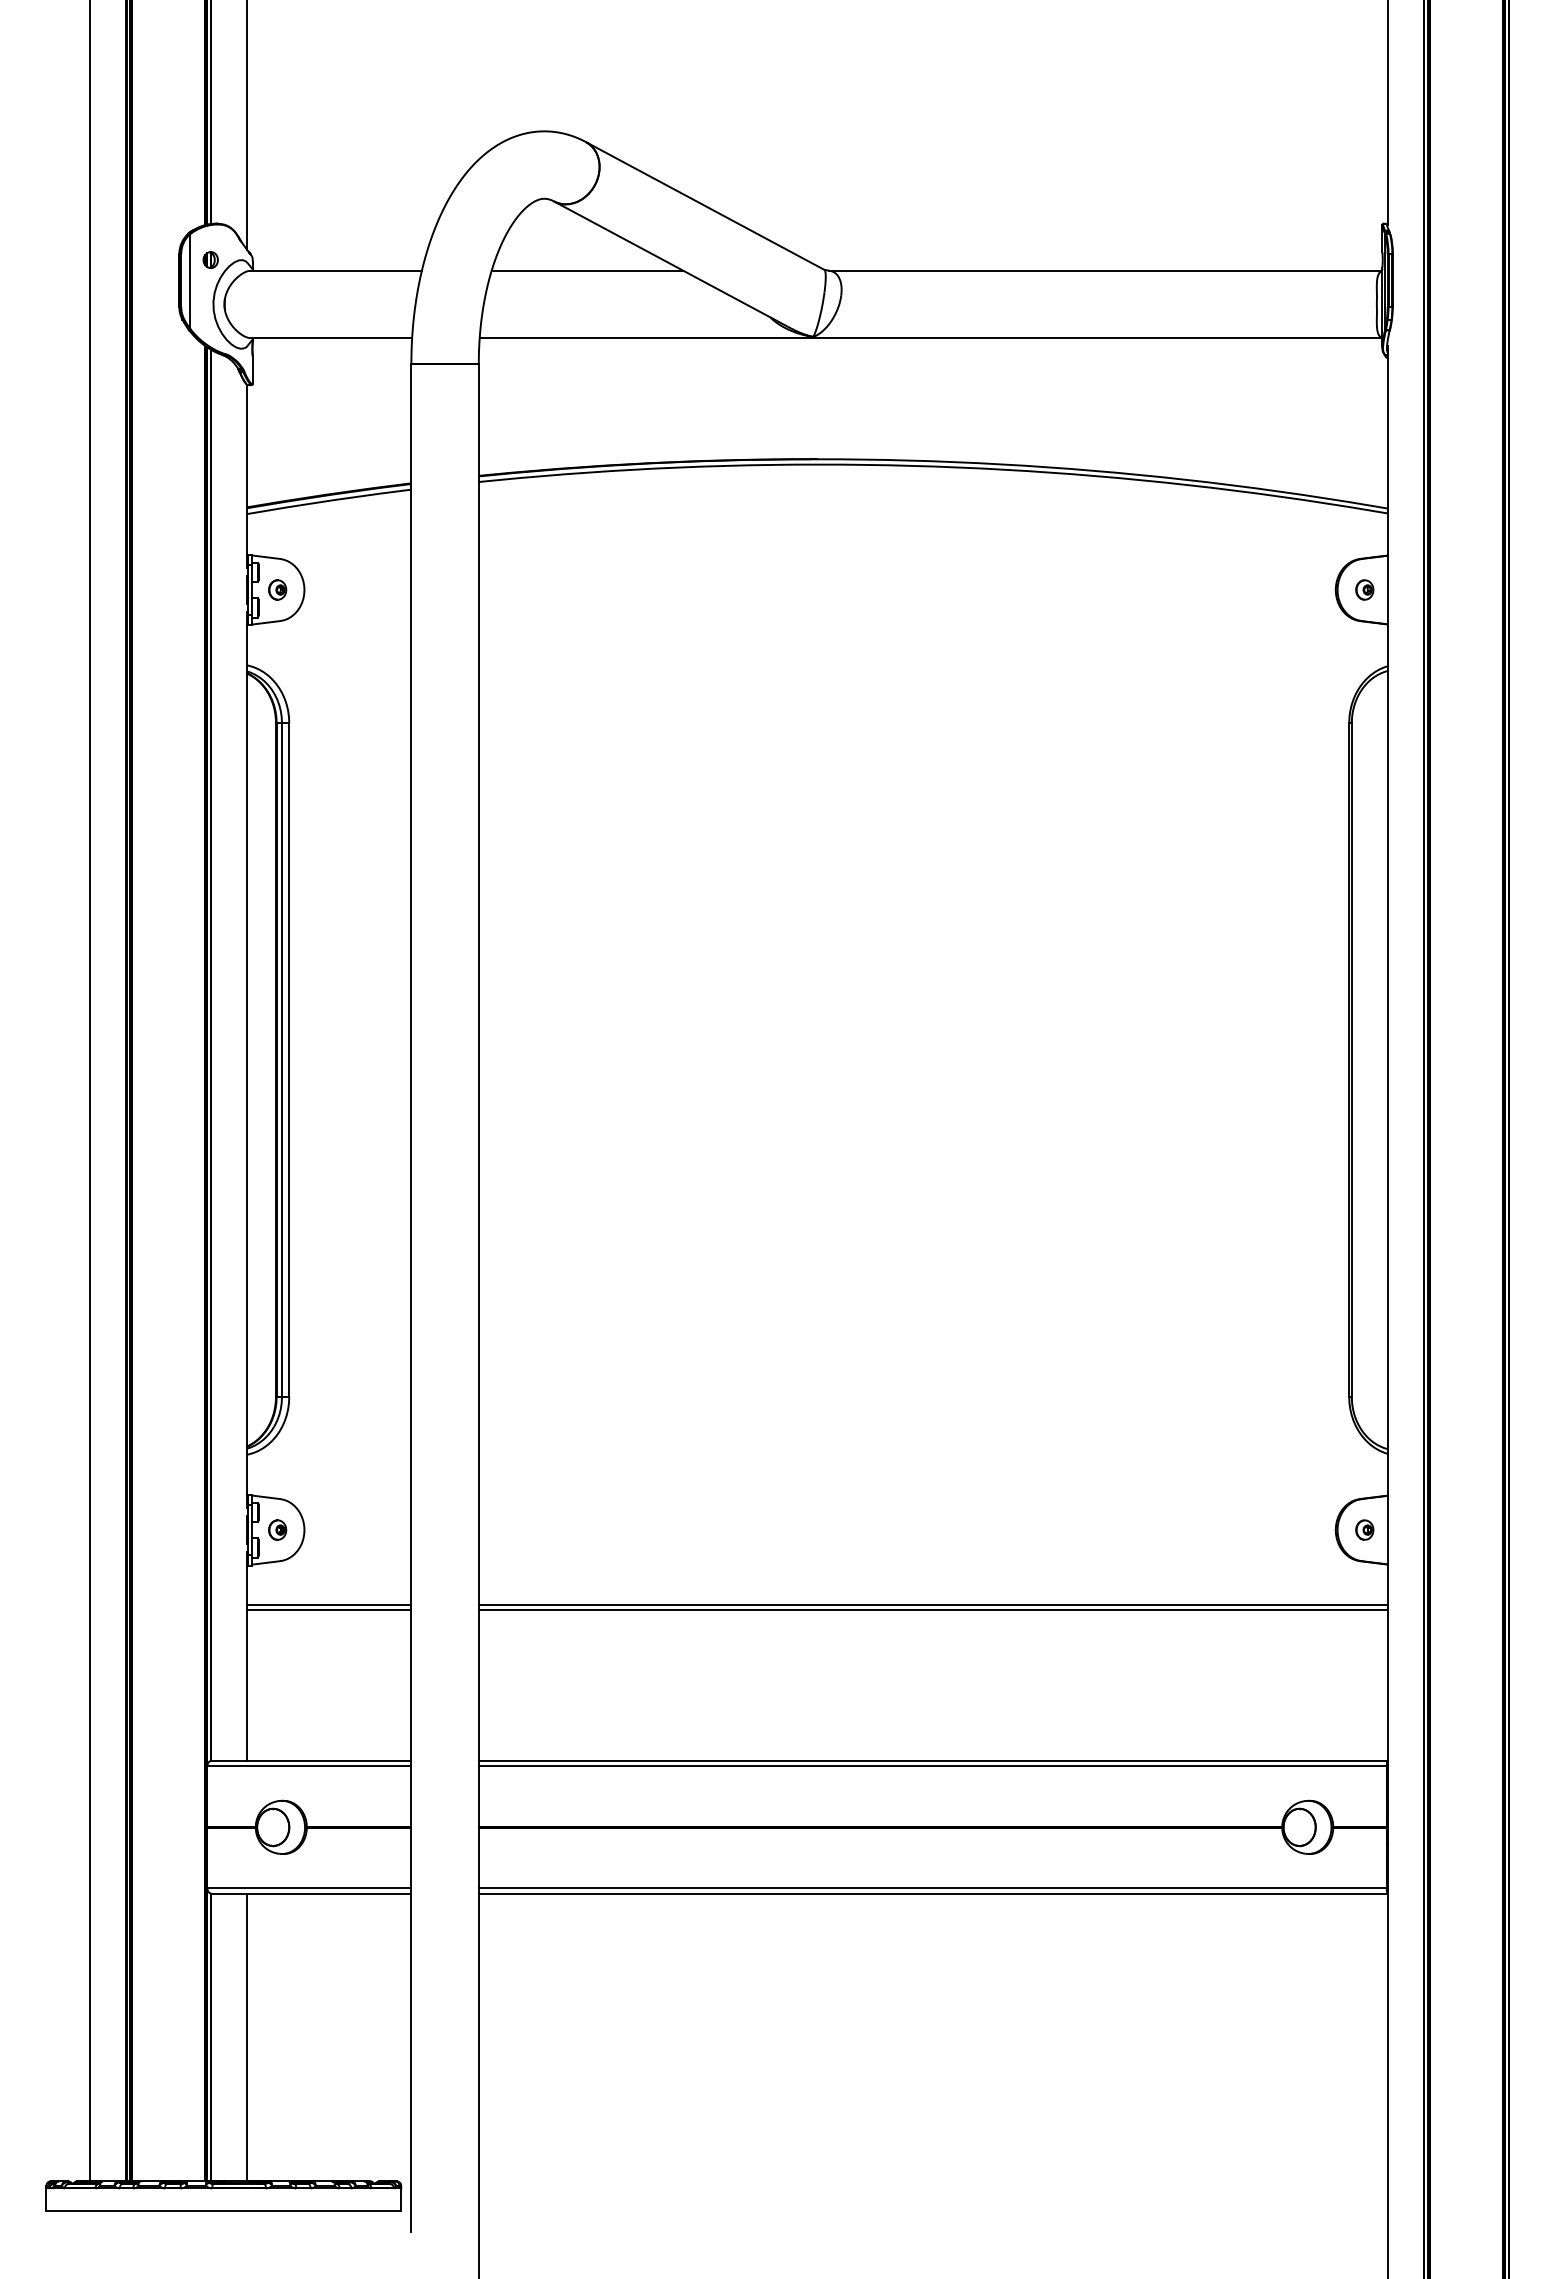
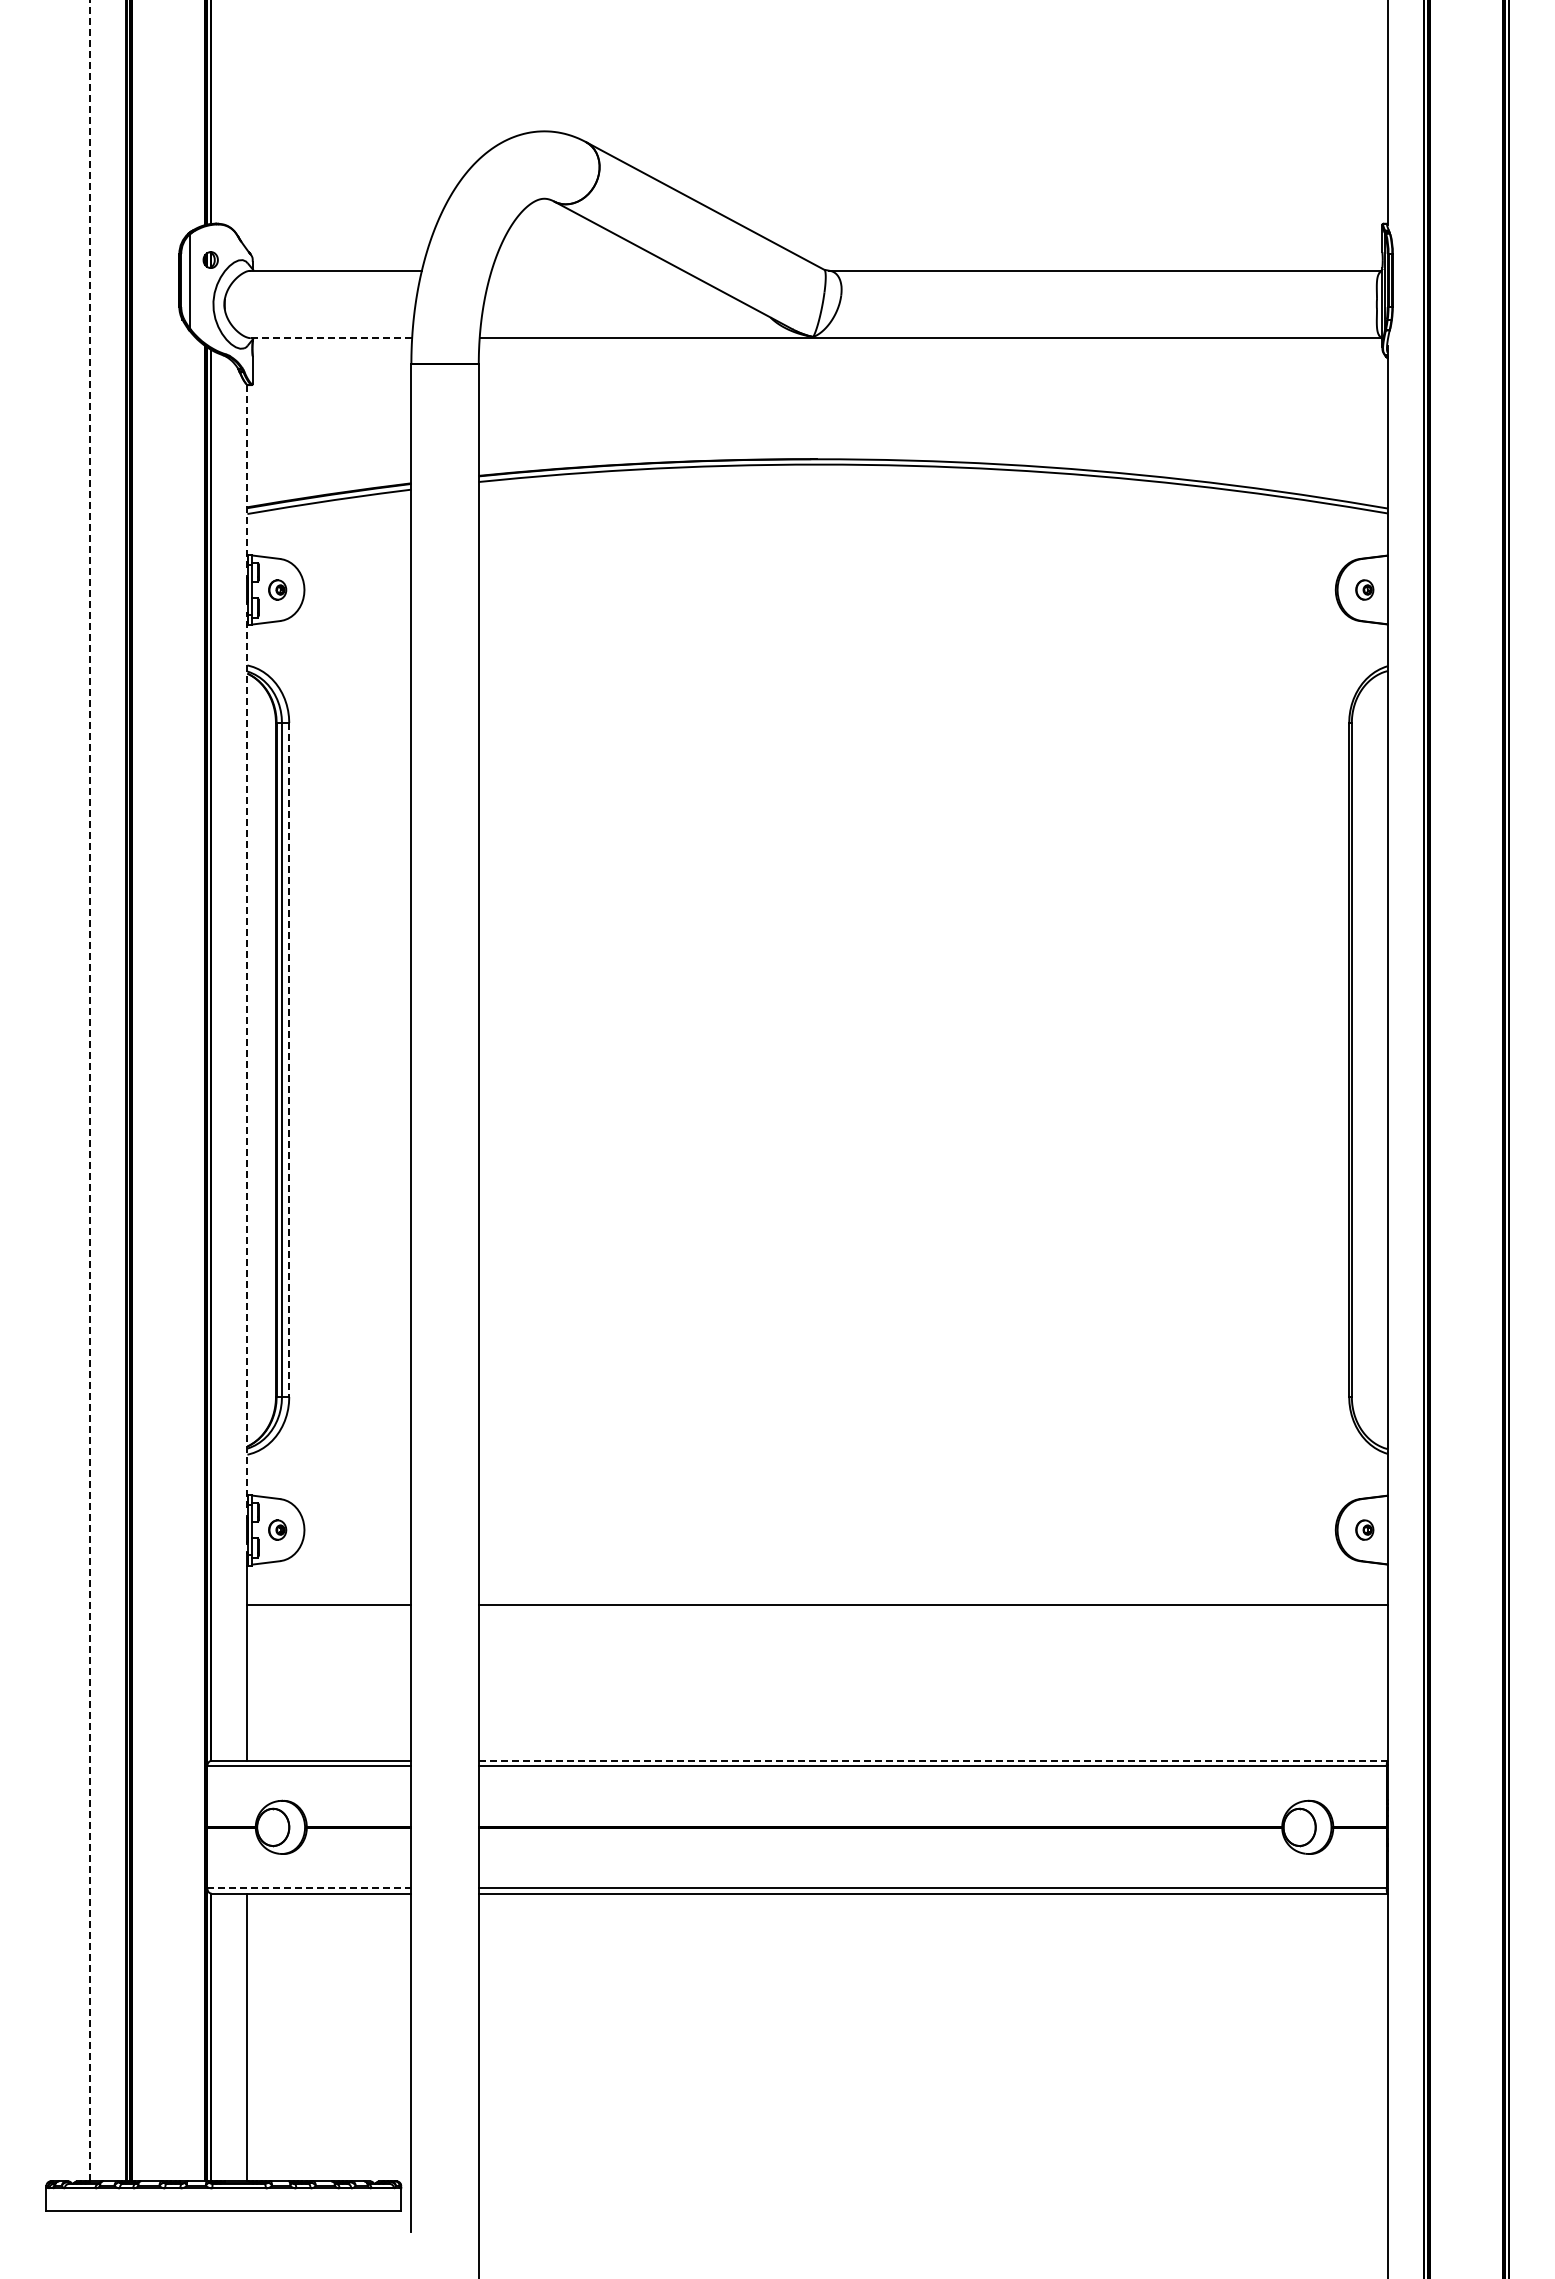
line at (247, 126): present -> none
line at (587, 270): present -> none
line at (331, 338): solid -> dashed
line at (247, 476): solid -> dashed
line at (247, 1059): solid -> dashed
line at (289, 1060): solid -> dashed
line at (89, 1090): solid -> dashed
line at (329, 1609): present -> none
line at (932, 1609): present -> none
line at (933, 1760): solid -> dashed
line at (309, 1888): solid -> dashed
